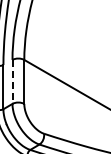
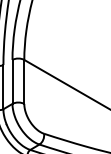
line at (12, 81): dashed -> solid
